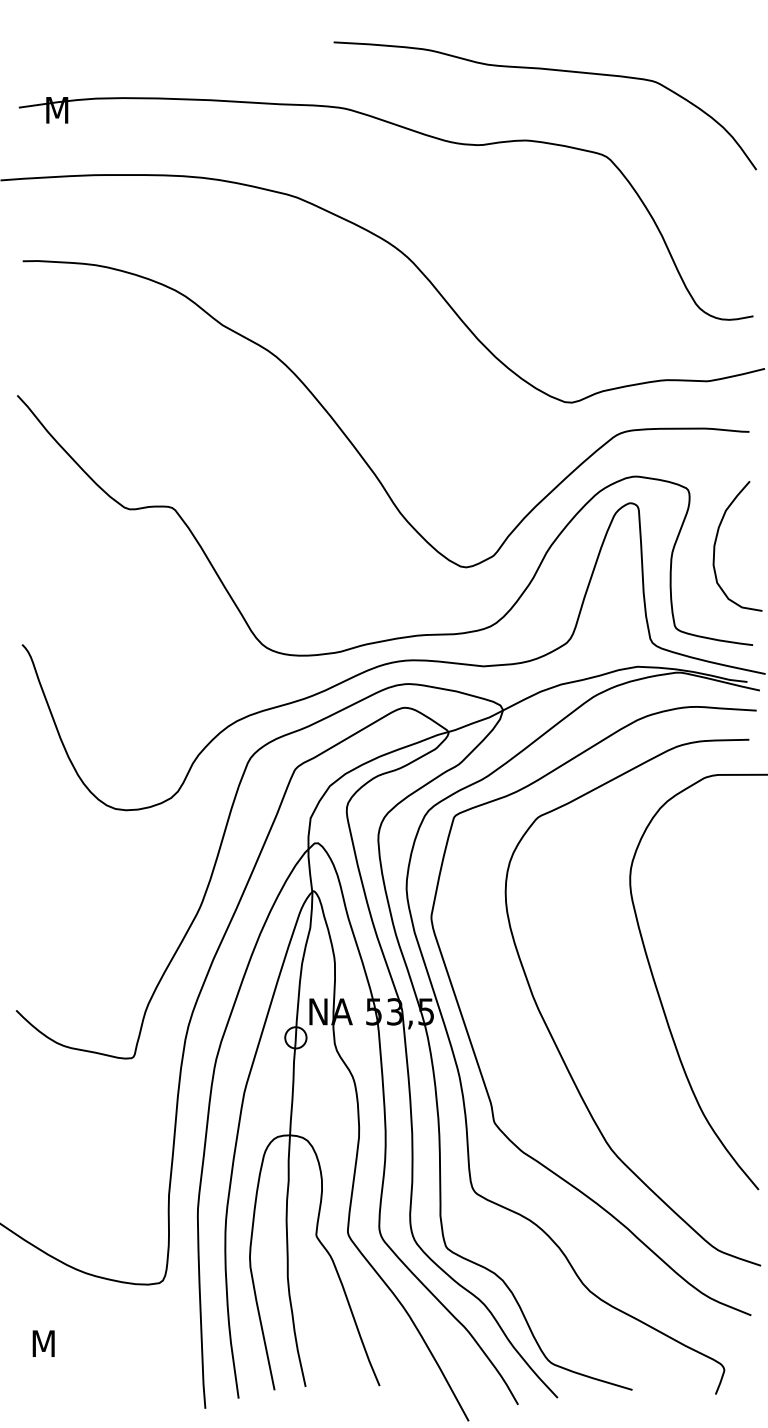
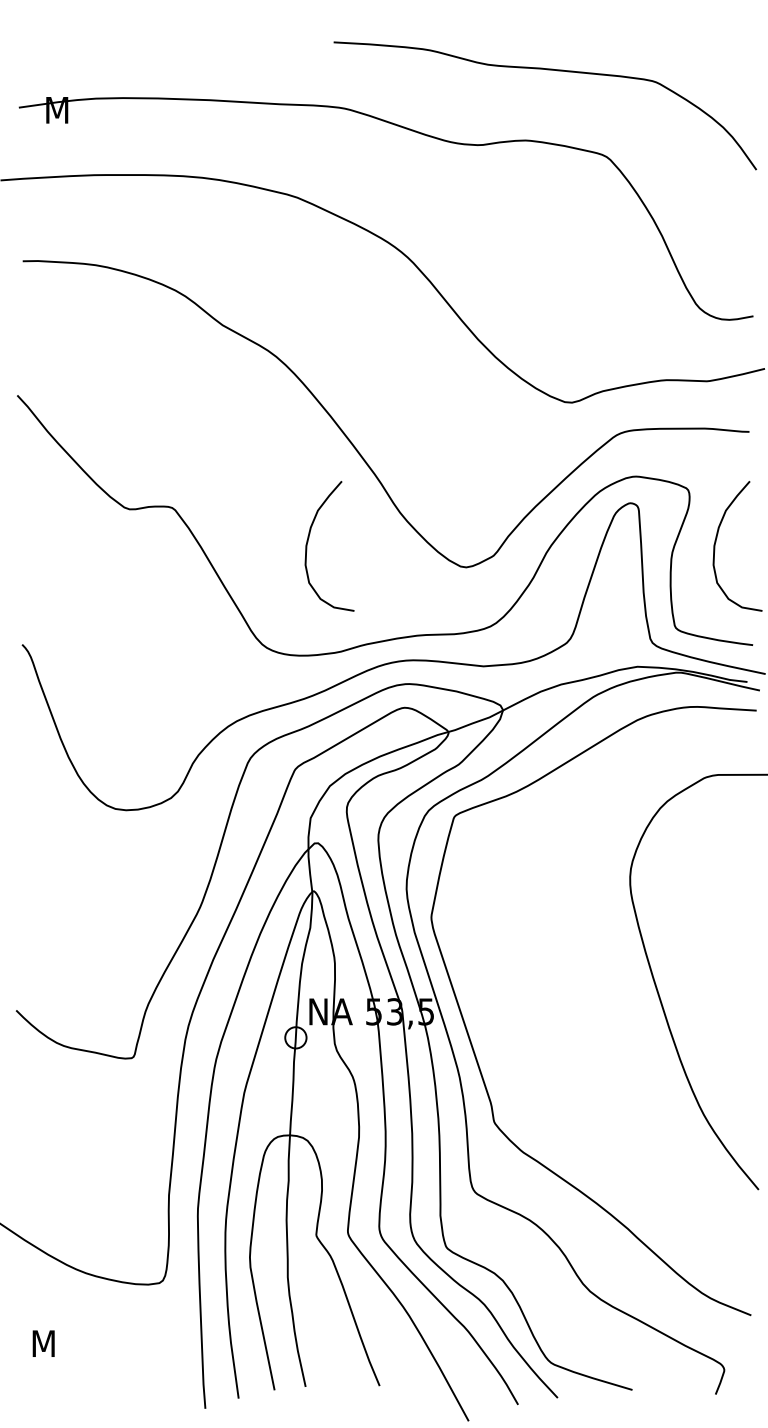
curve at (308, 542): none -> present
curve at (555, 1041): present -> none
